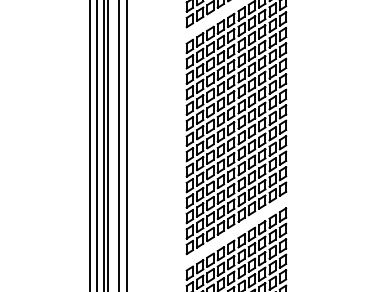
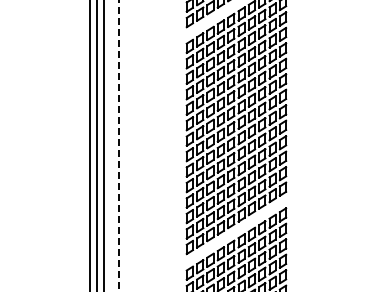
line at (107, 145): present -> none
line at (127, 145): present -> none
line at (119, 146): solid -> dashed
